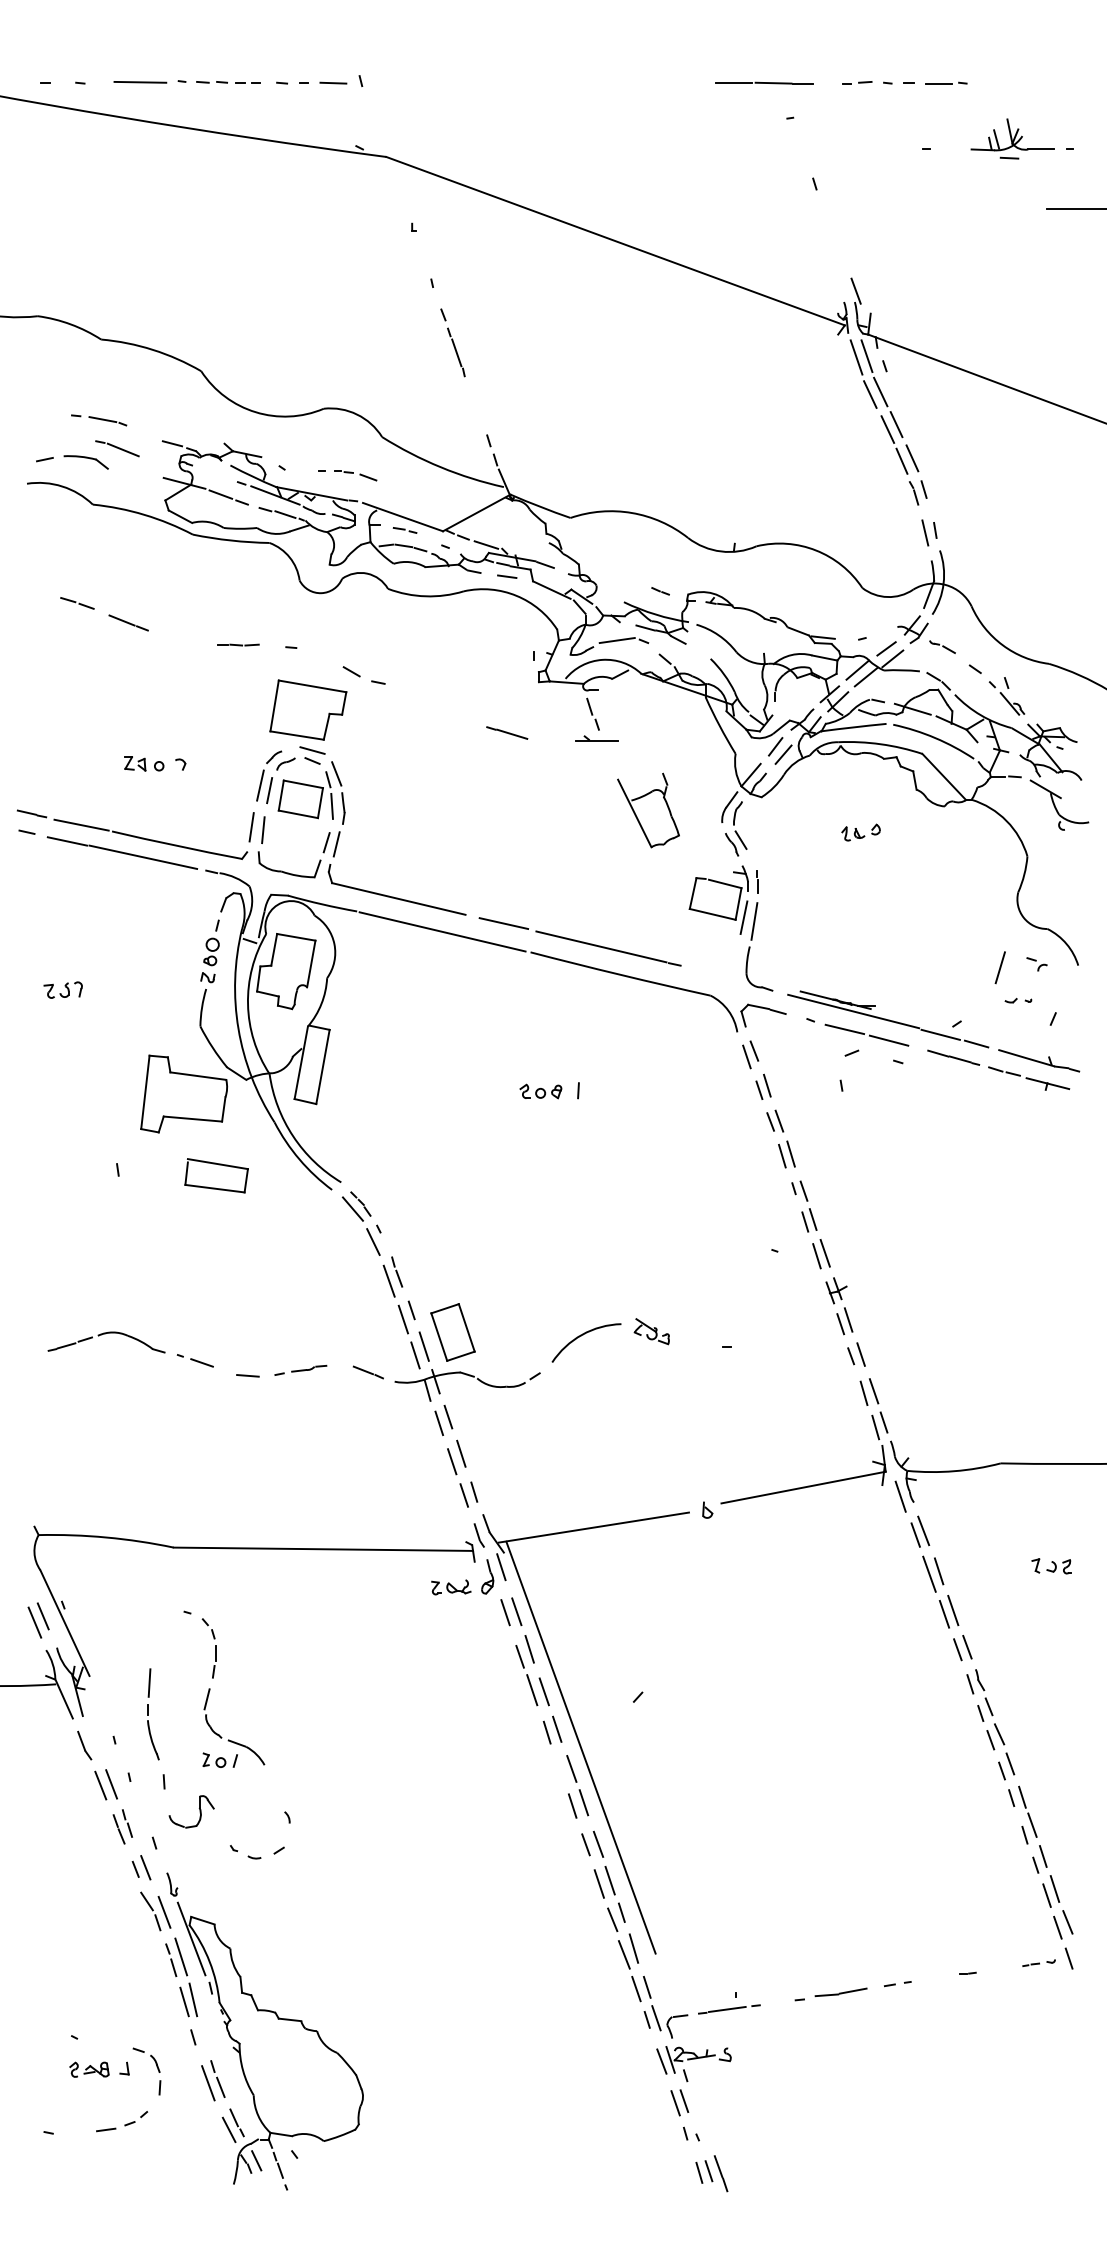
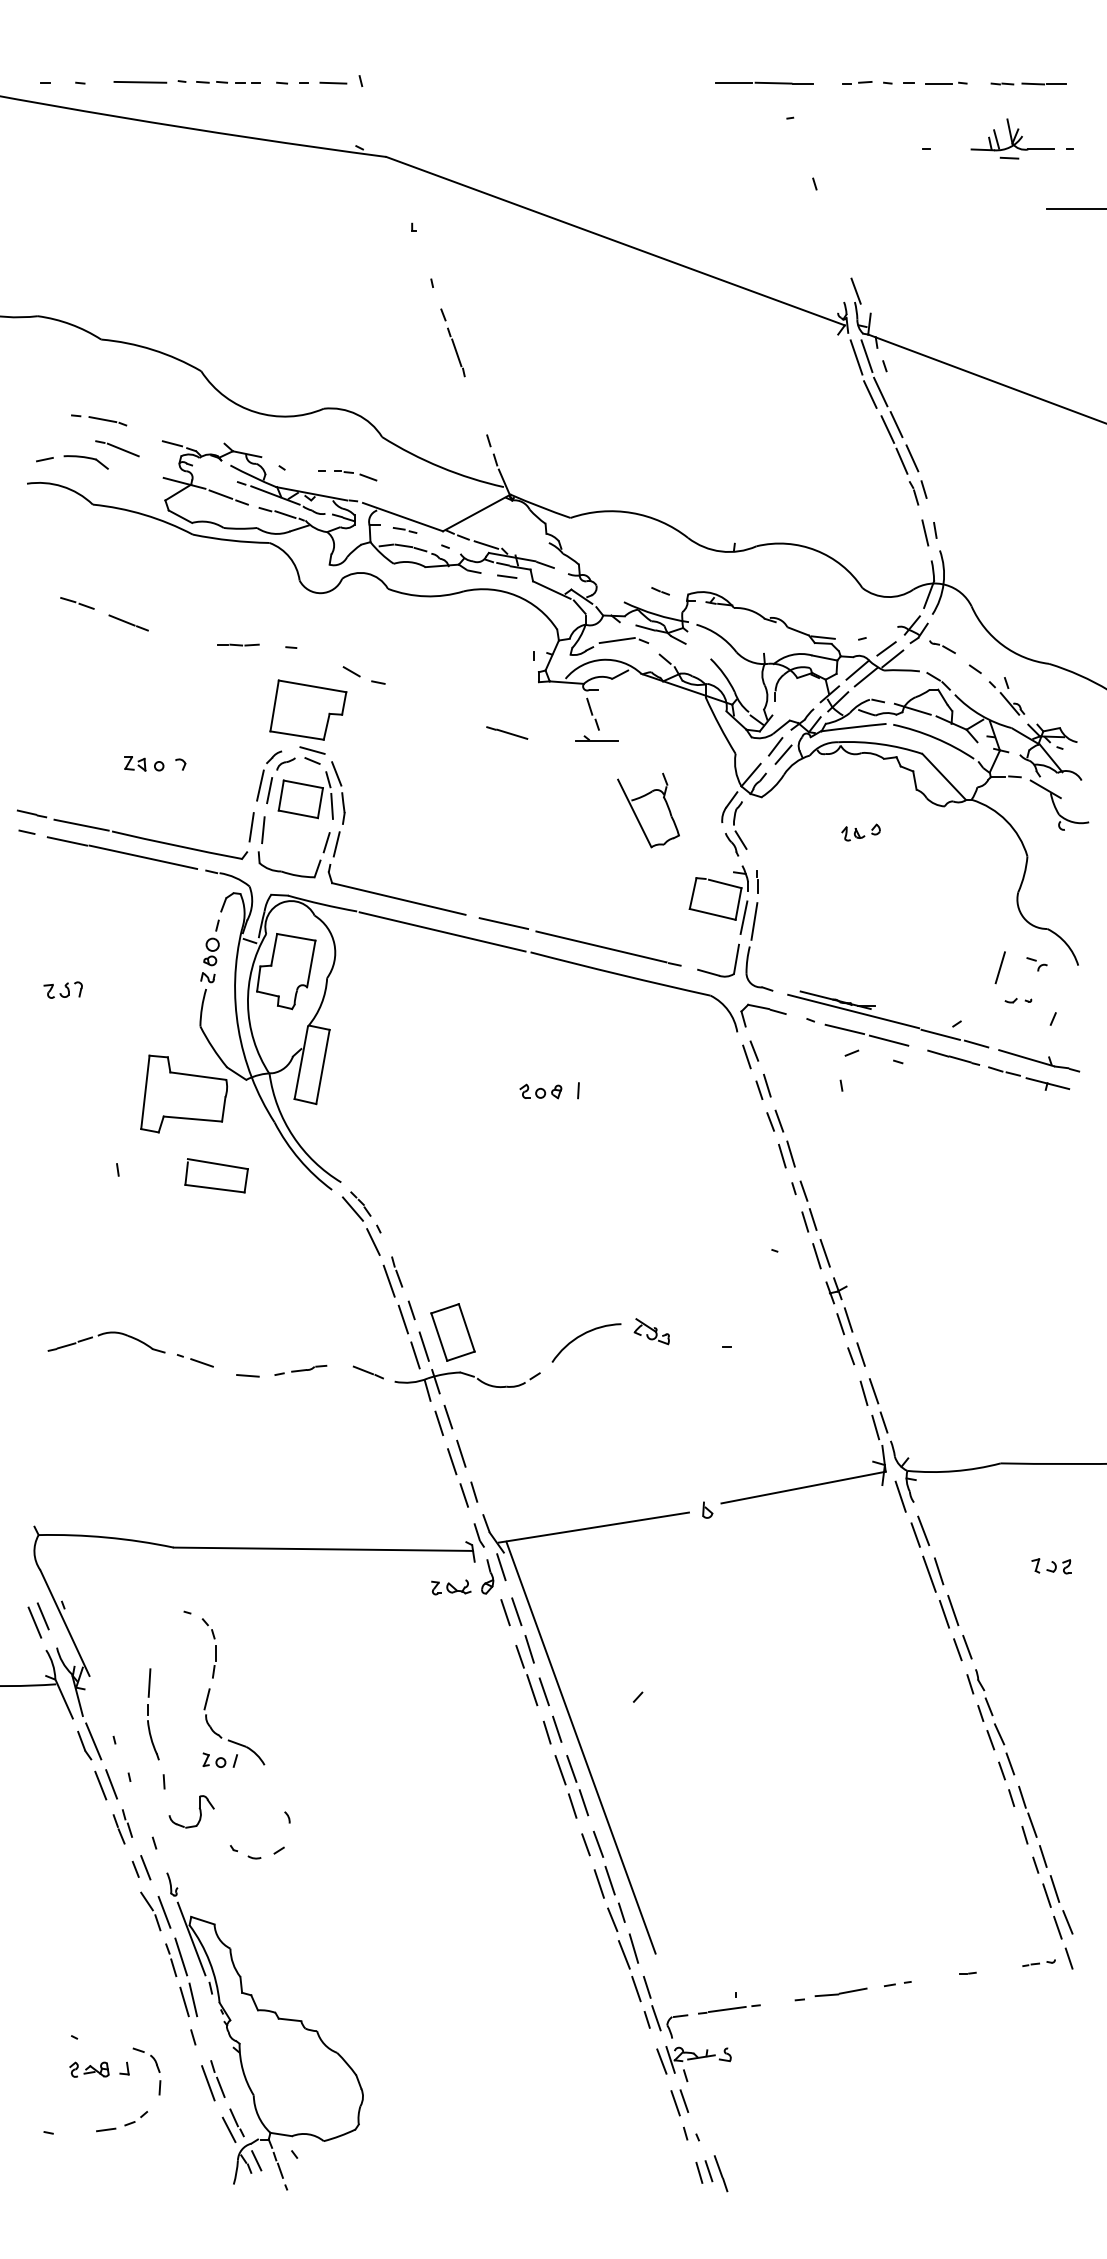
part at (1028, 83): none -> present
part at (715, 973): none -> present
line at (93, 1741): none -> present
line at (560, 1770): none -> present
